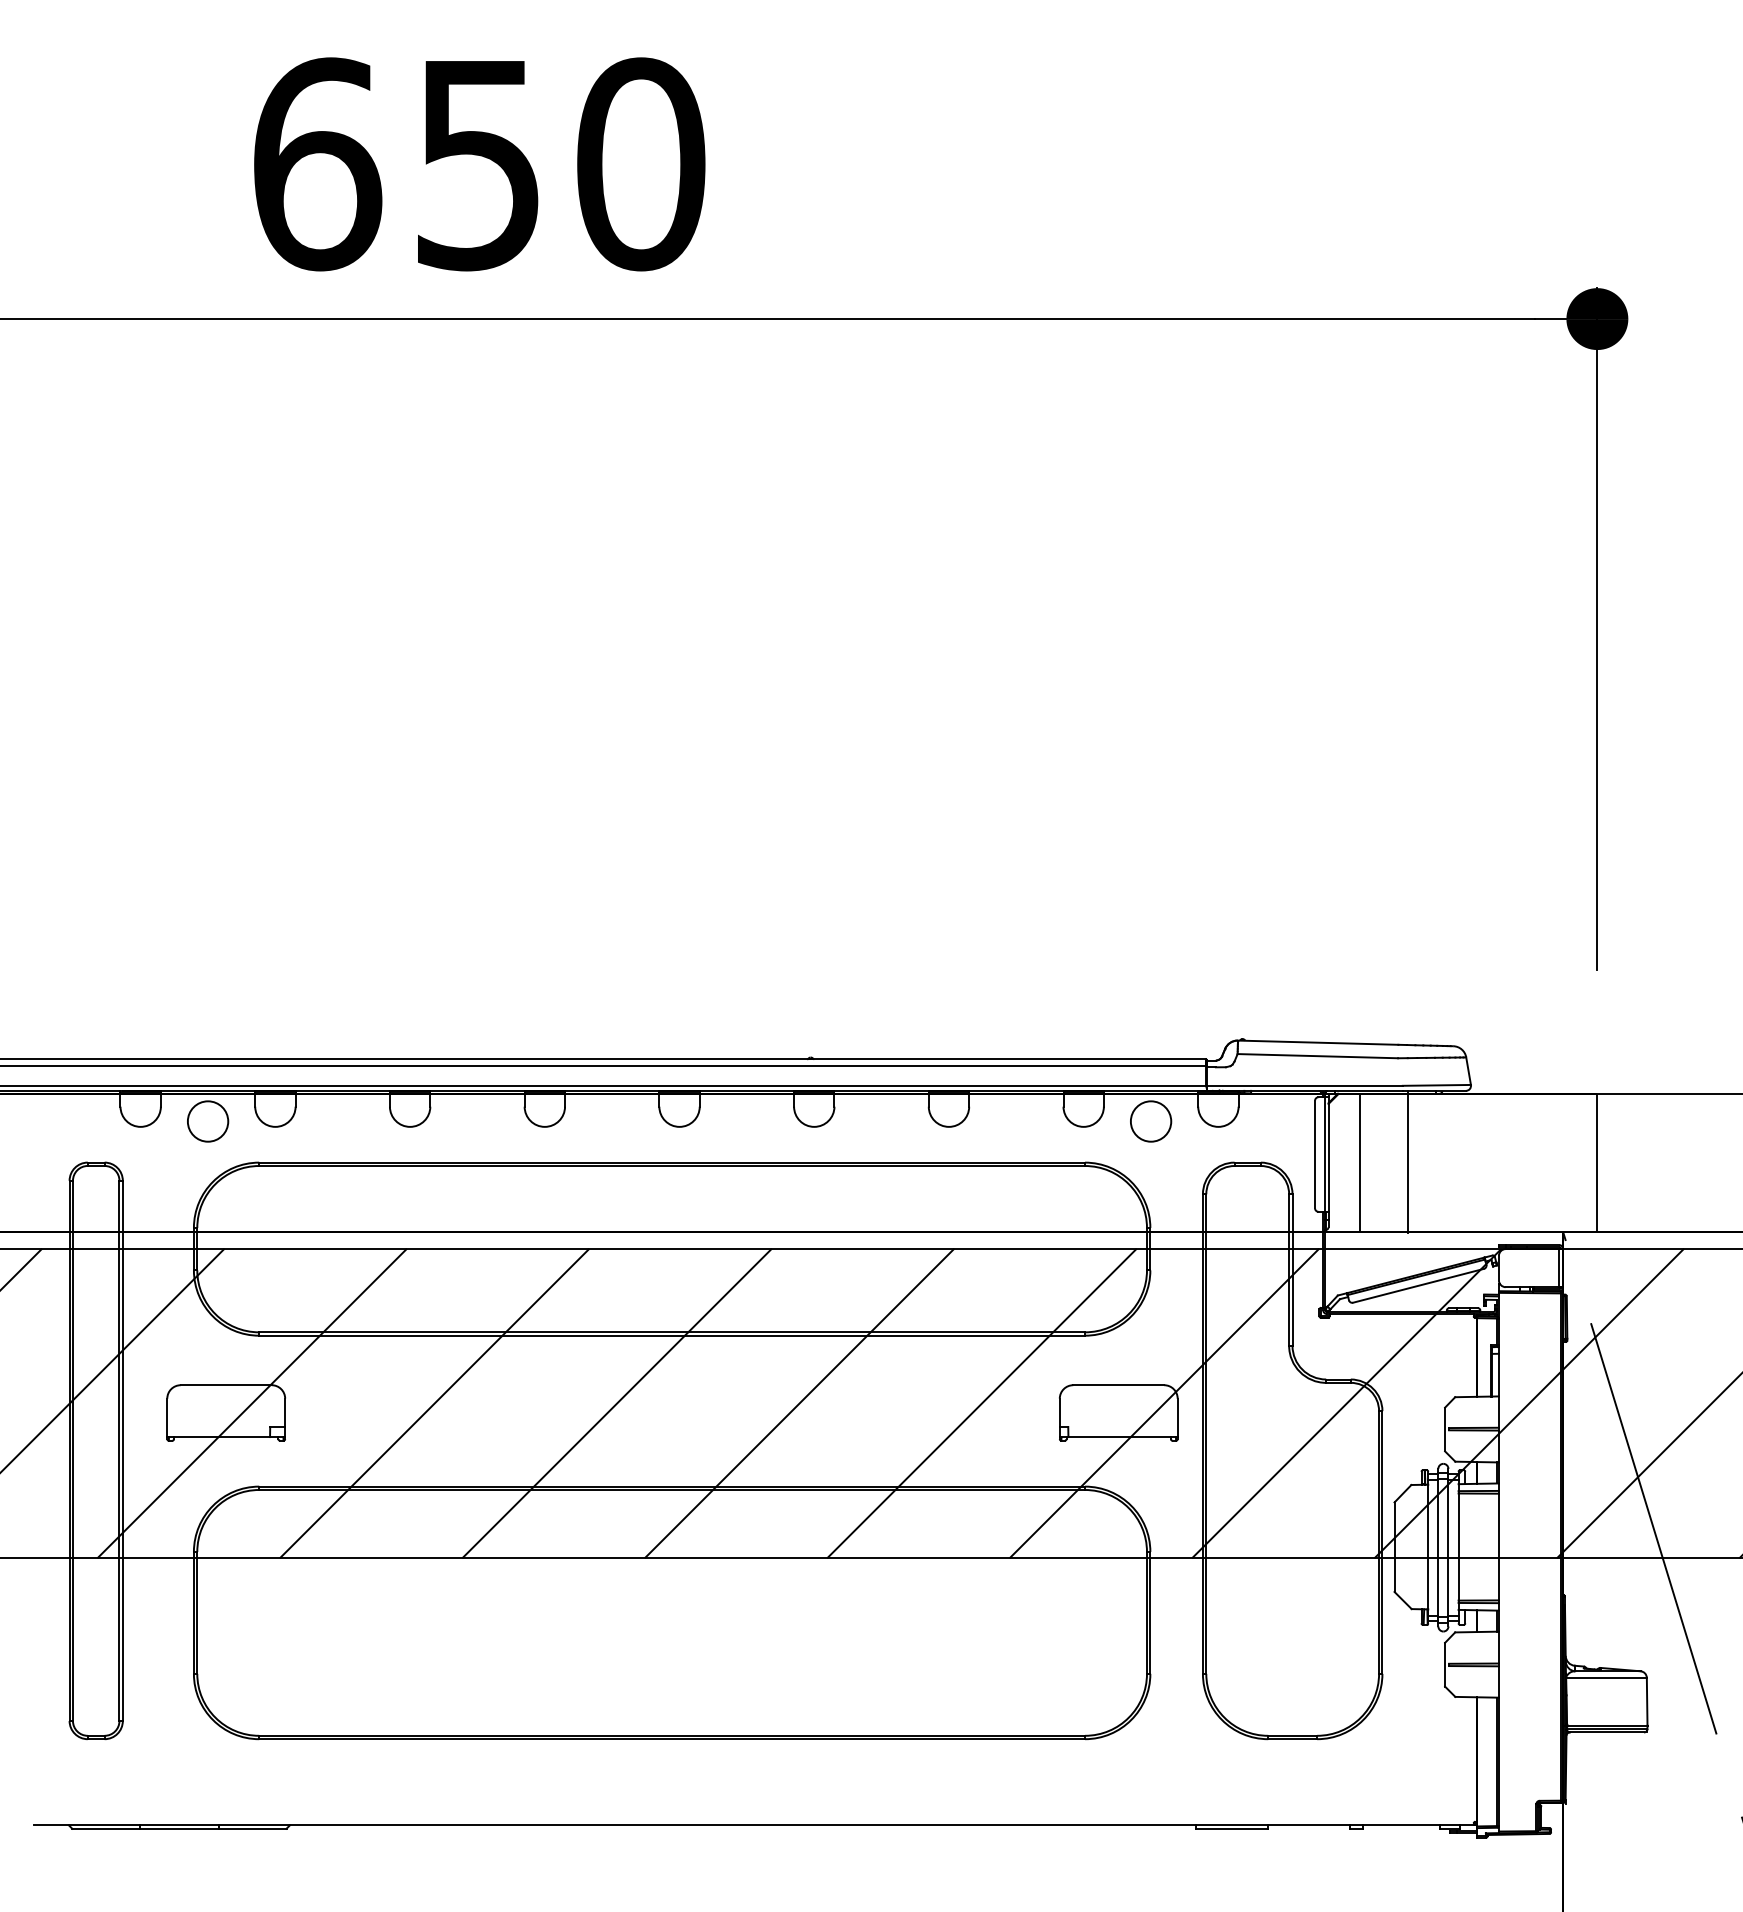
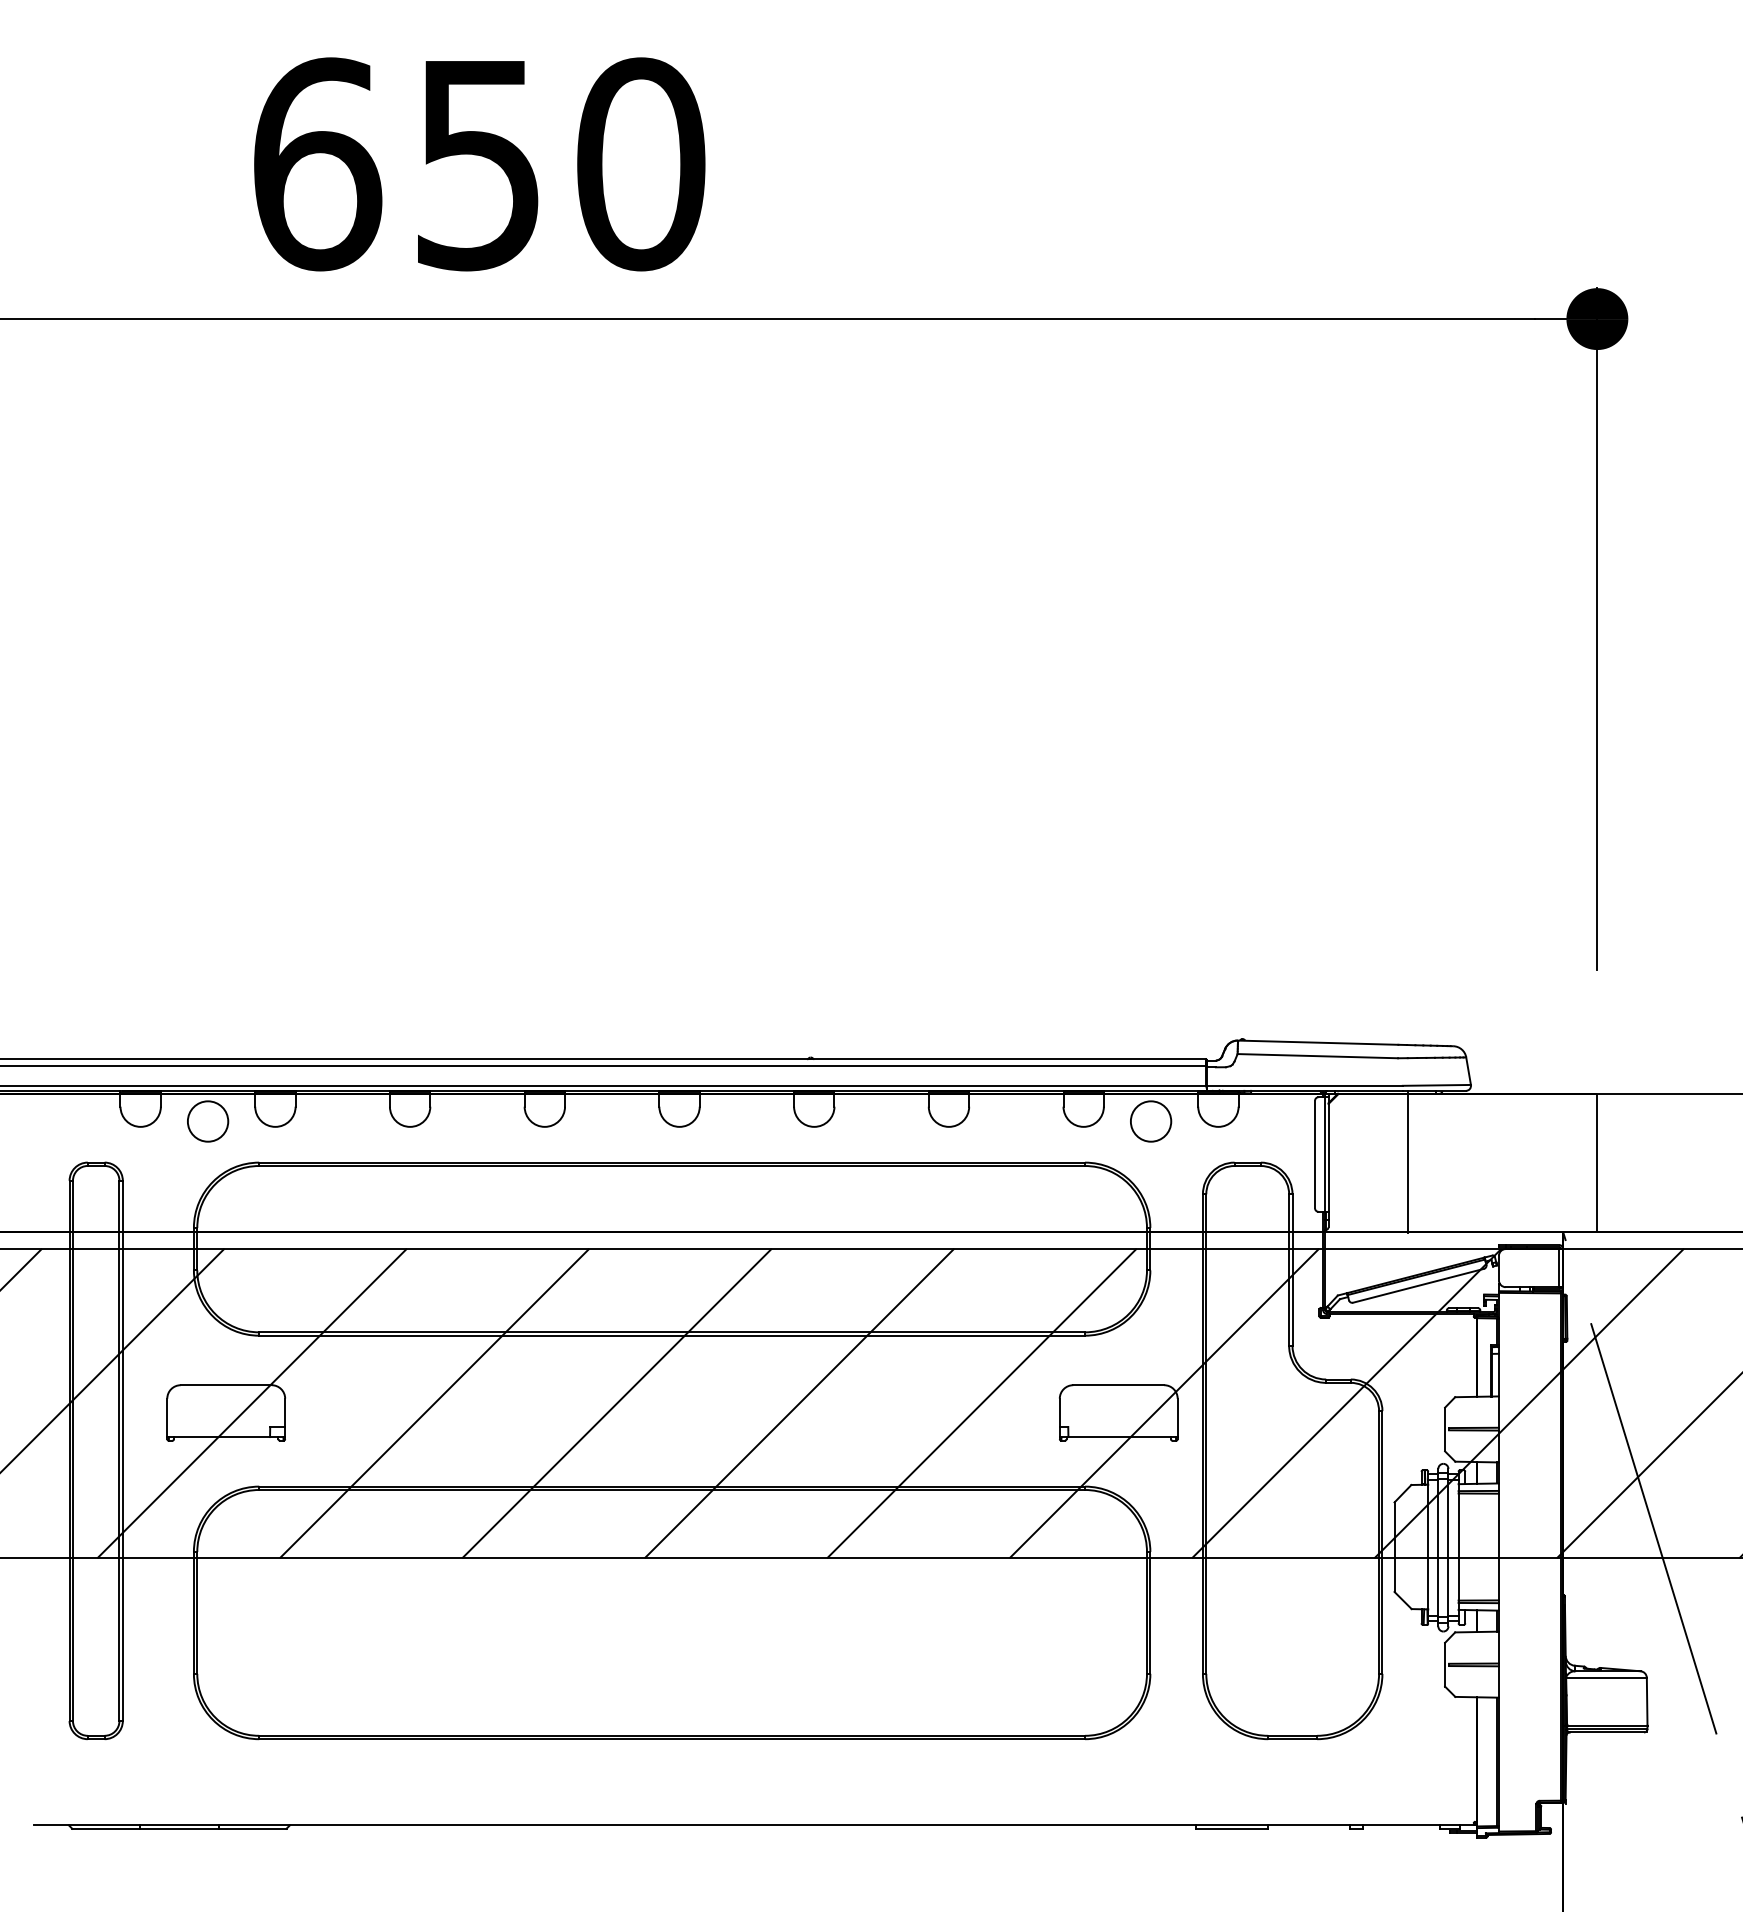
line at (1360, 1162): present -> none
